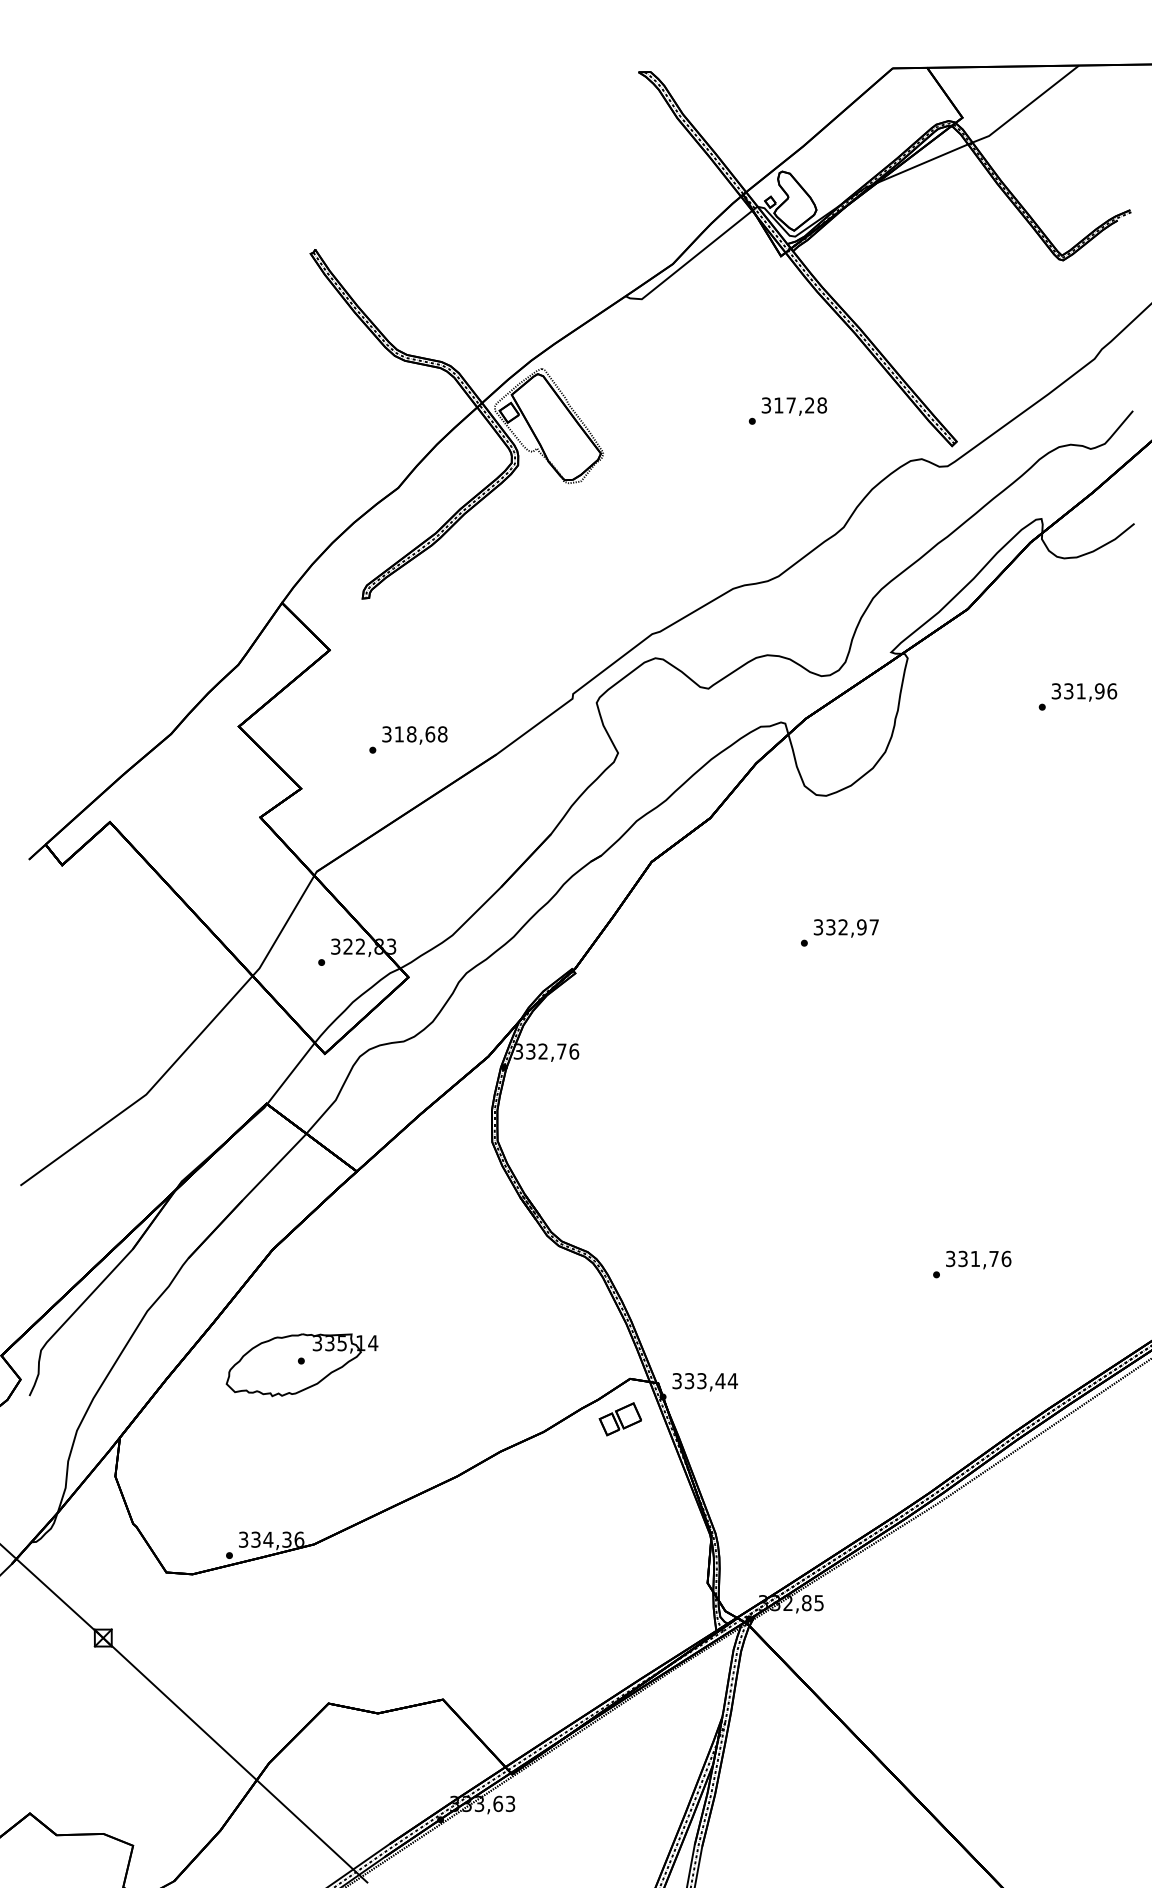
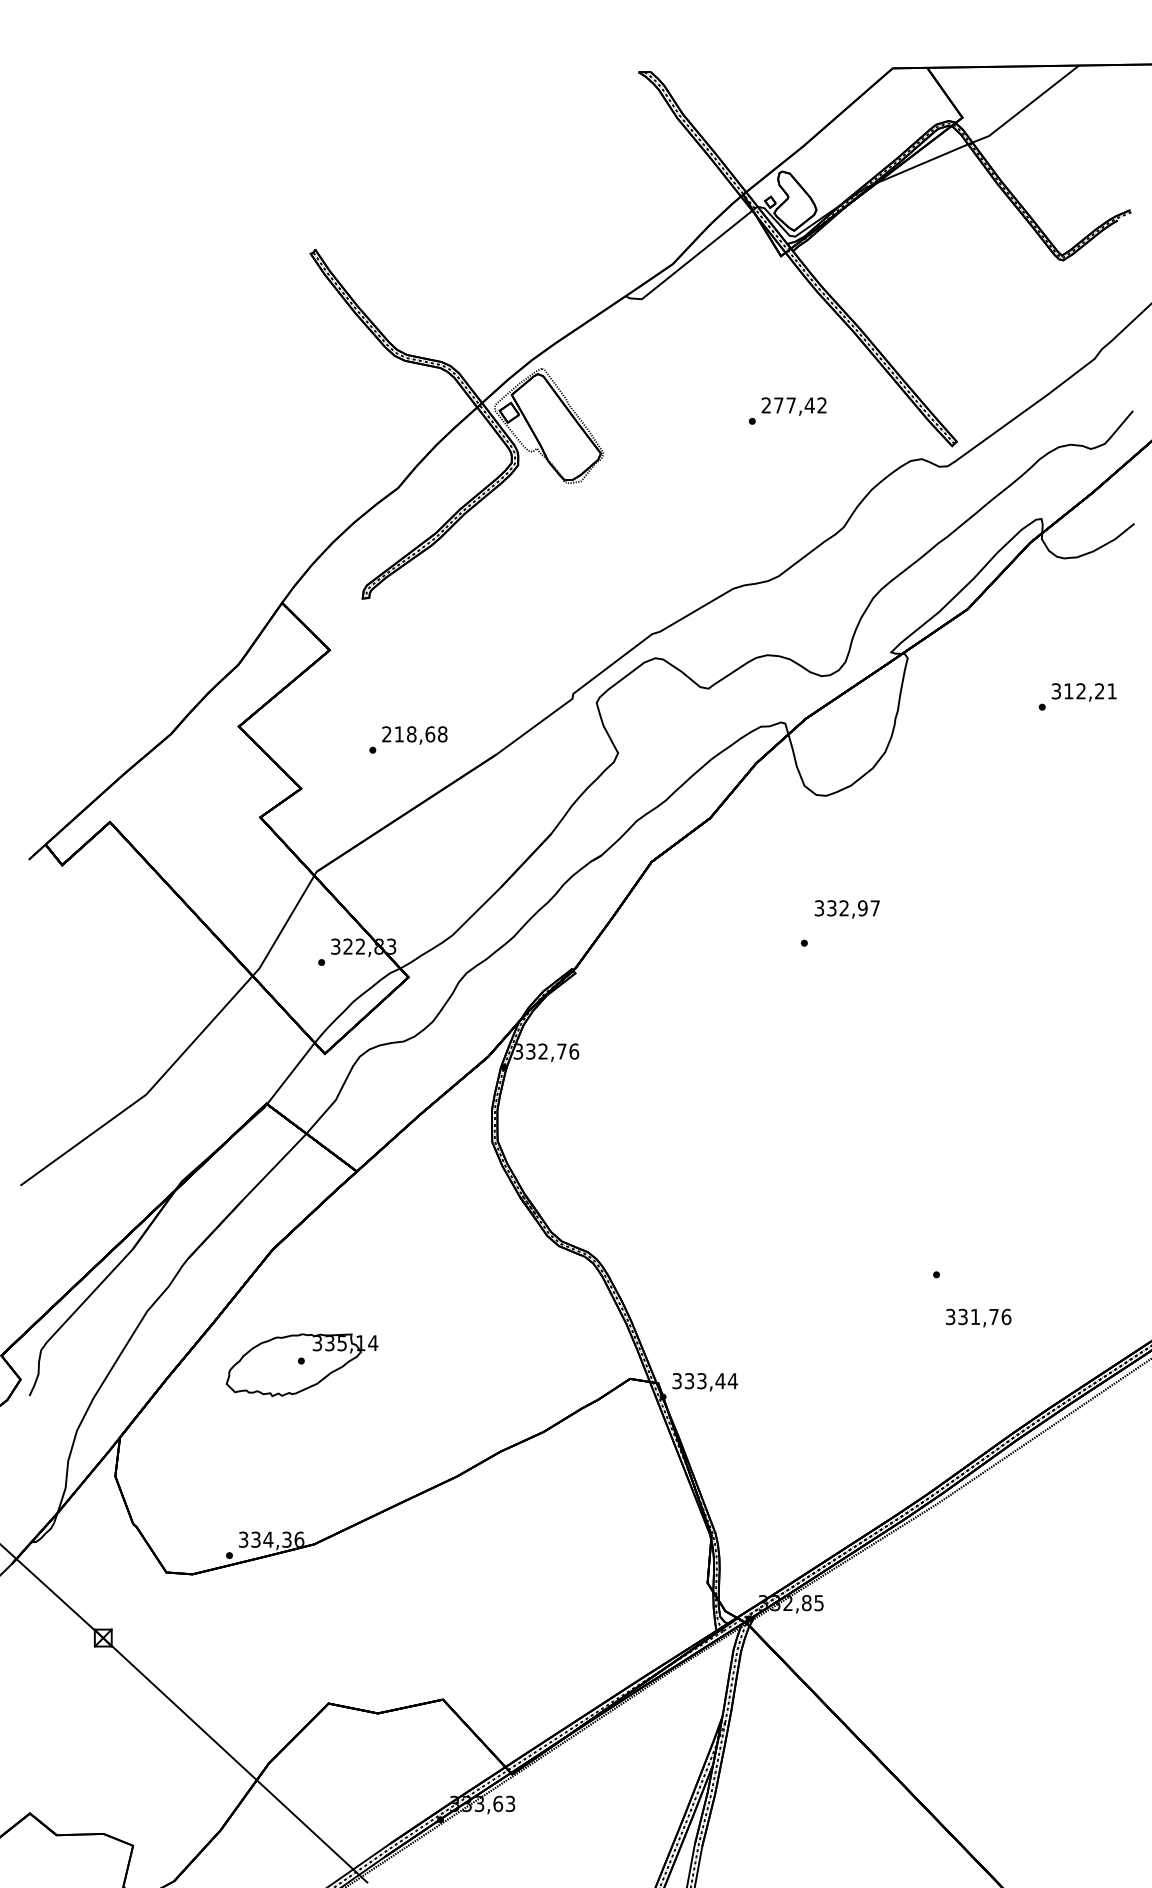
text at (794, 405): 317,28 -> 277,42
text at (1090, 691): 331,96 -> 312,21
text at (386, 734): 318,68 -> 218,68
text at (845, 928) position: (845, 928) -> (846, 909)
text at (978, 1259) position: (978, 1259) -> (978, 1317)
part at (619, 1419): present -> none
